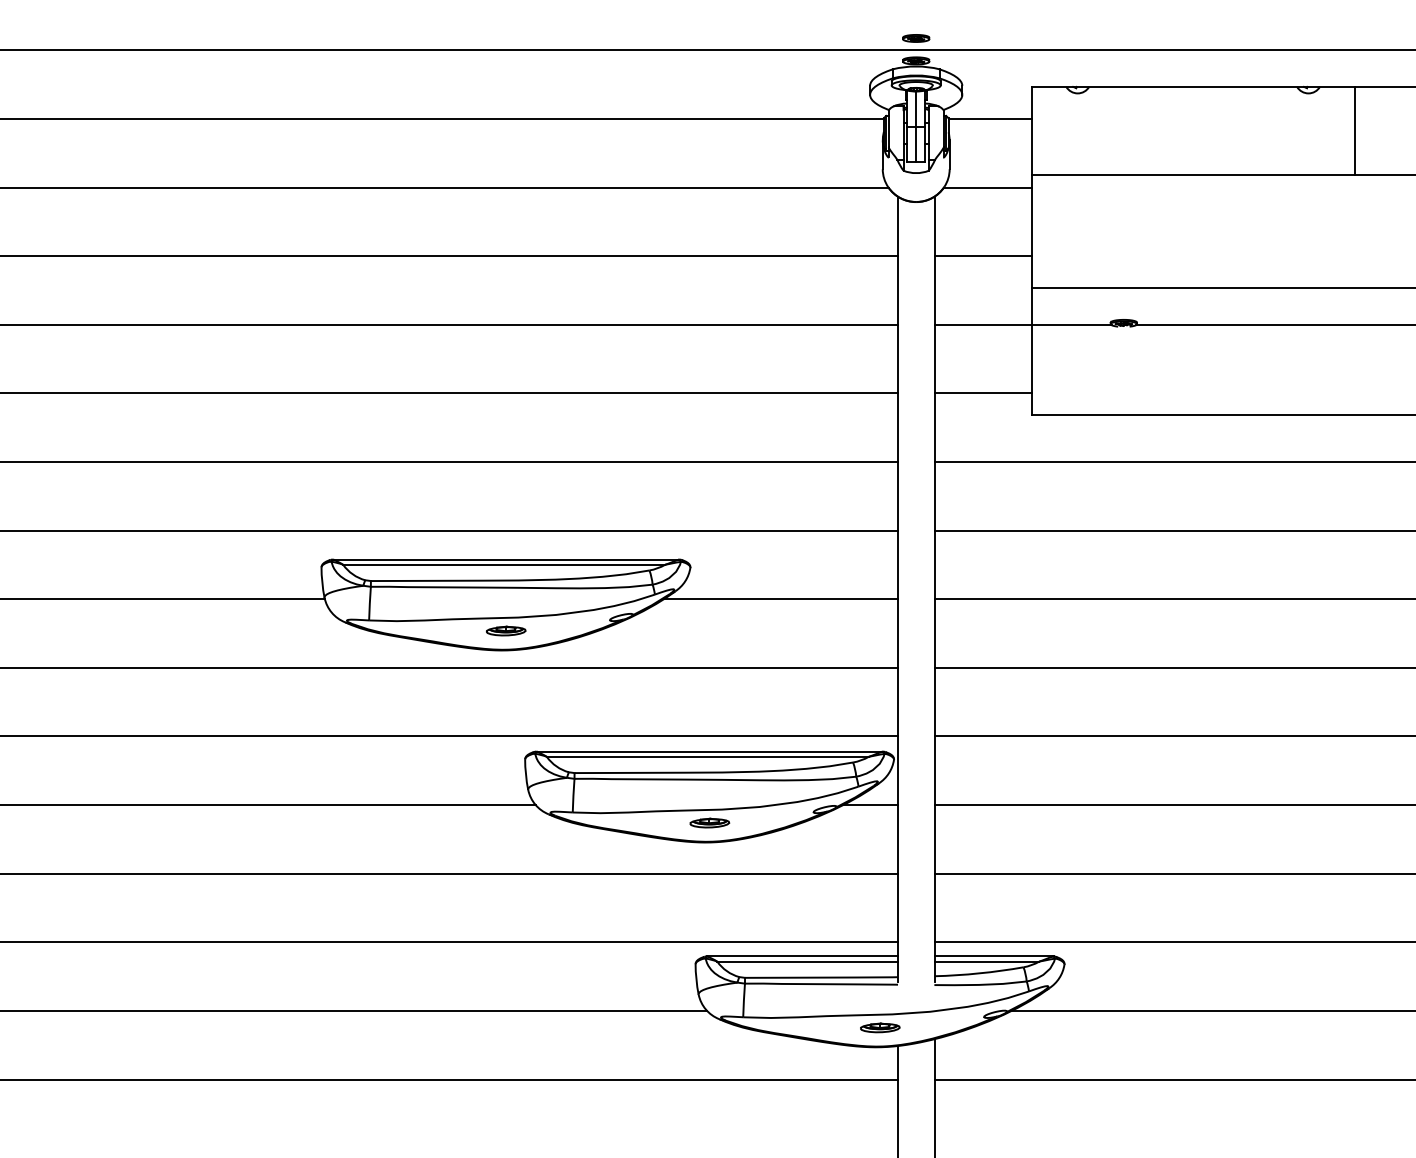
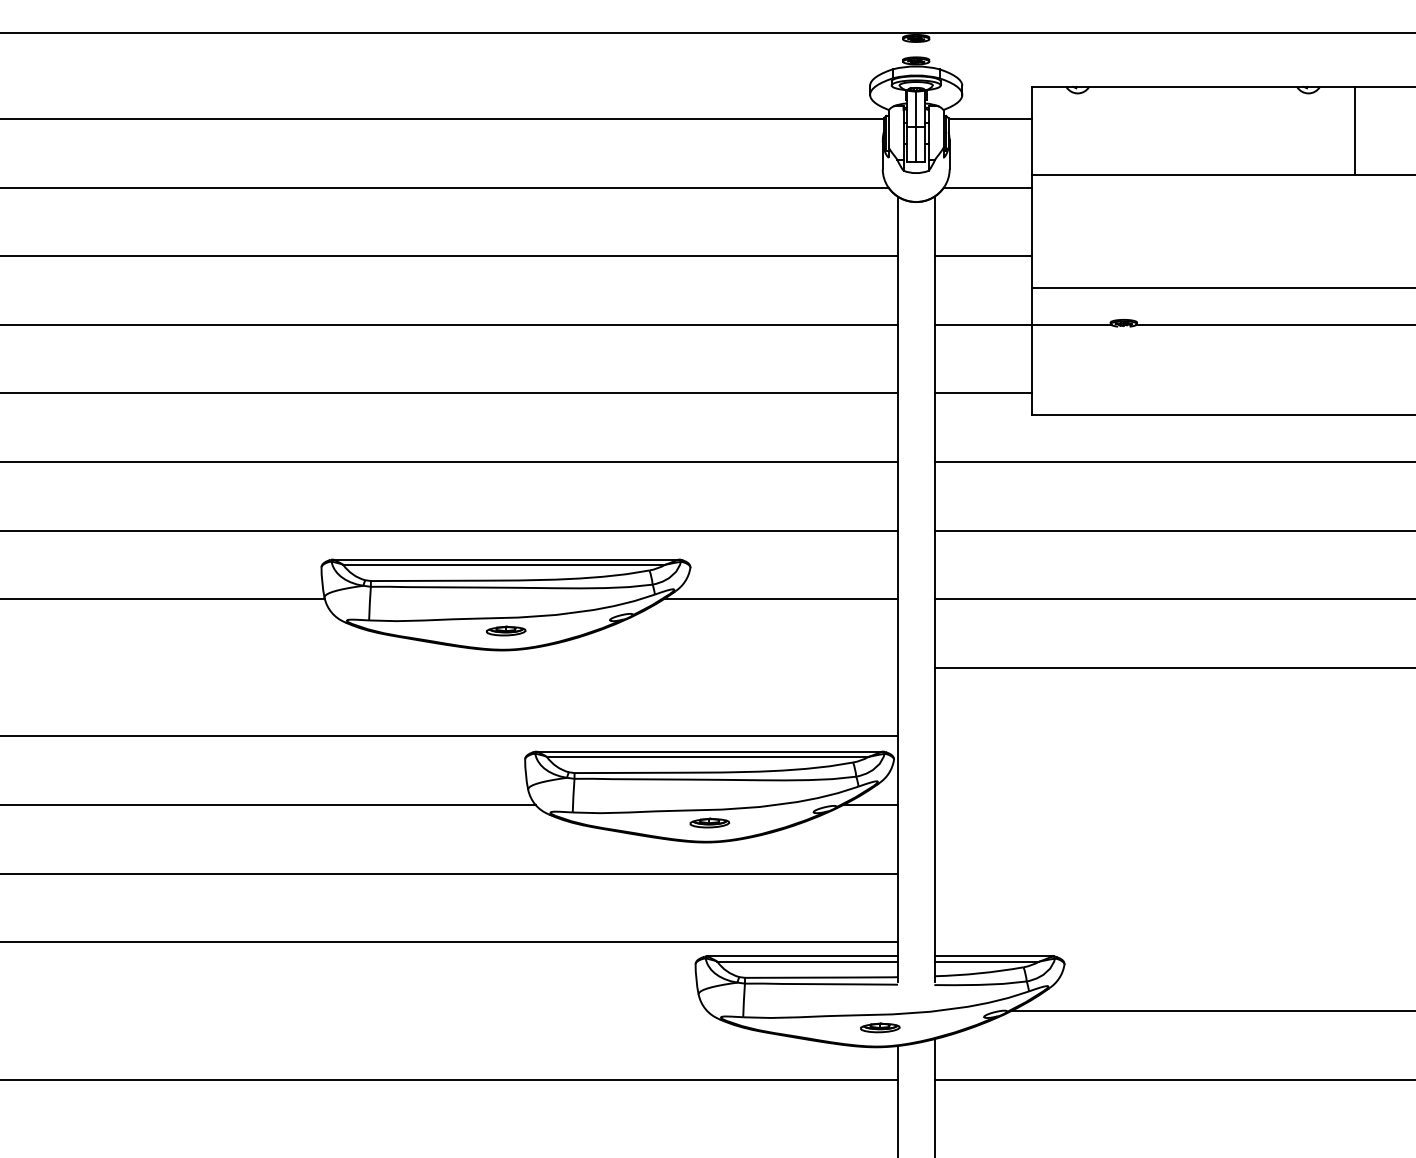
line at (707, 50) position: (707, 50) -> (707, 33)
line at (449, 667): present -> none
line at (1173, 736): present -> none
line at (1173, 805): present -> none
line at (1173, 873): present -> none
line at (1173, 942): present -> none
line at (354, 1010): present -> none
